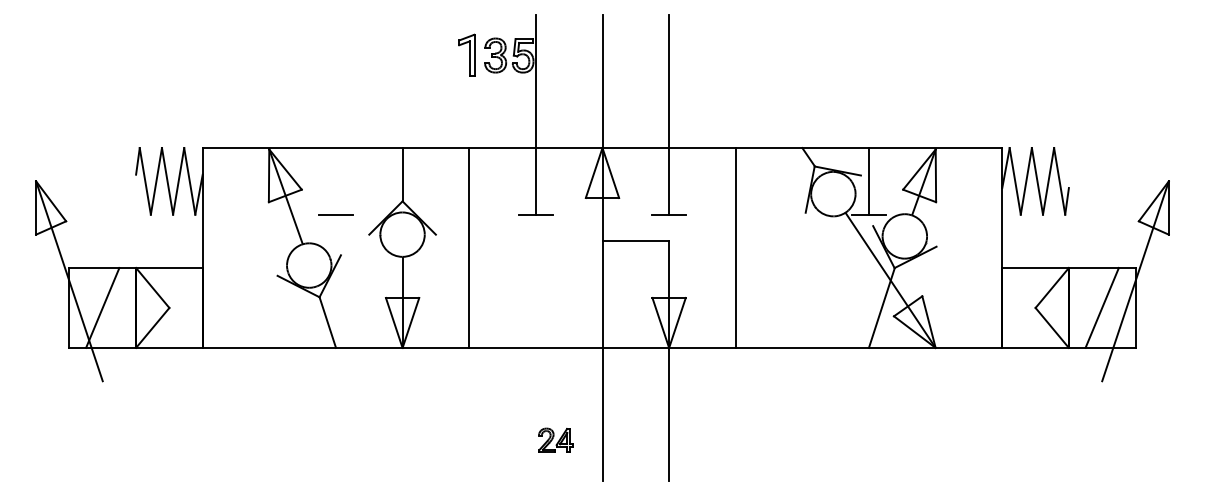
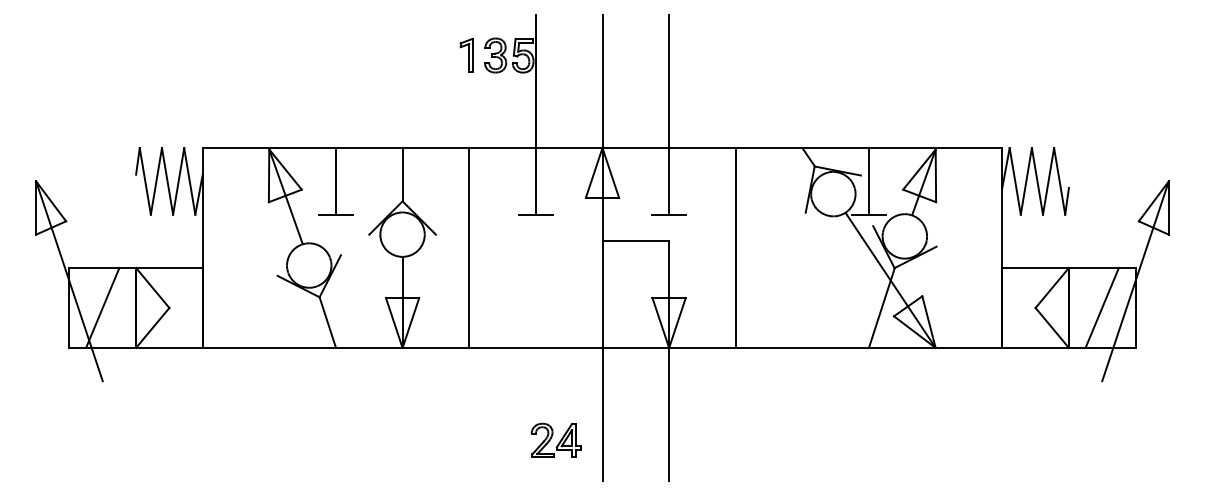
part at (466, 54) size: 18x44 px -> 15x36 px
line at (335, 181): none -> present
part at (555, 439) size: 36x26 px -> 52x36 px
